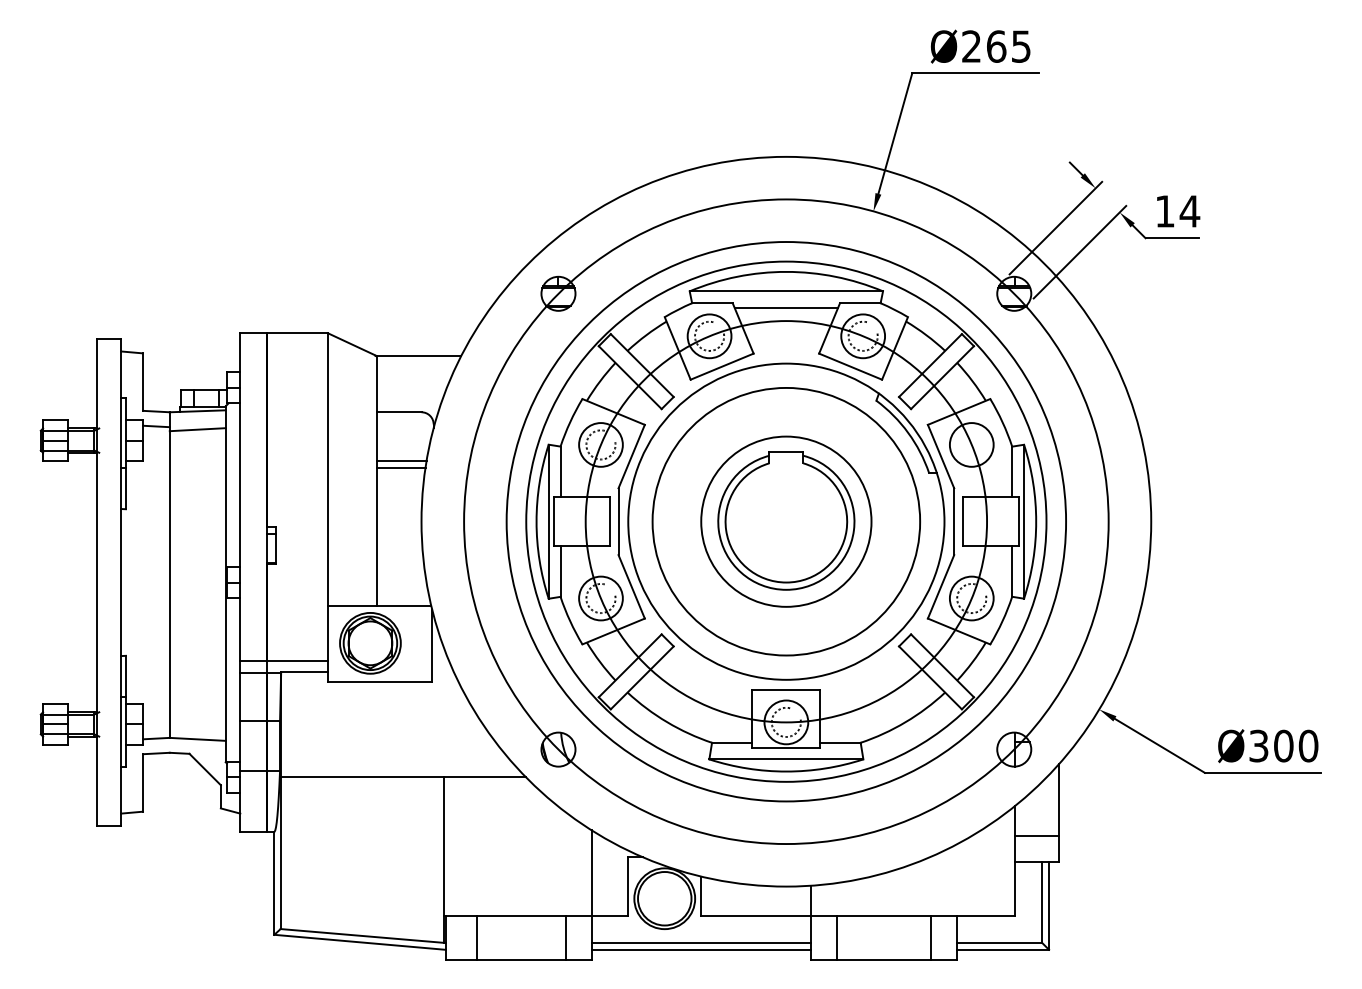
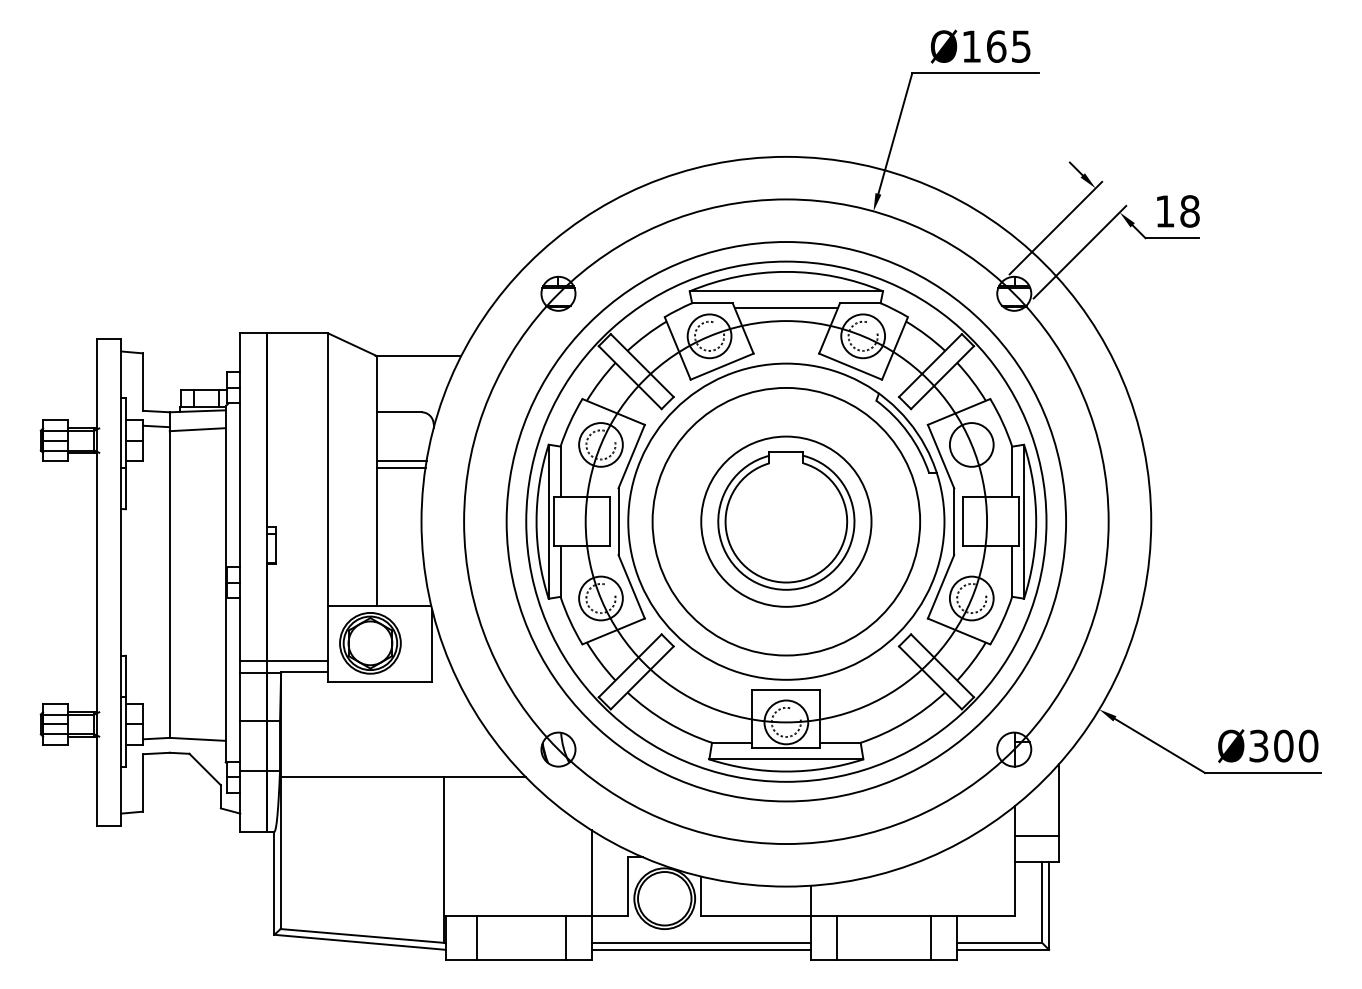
text at (971, 46): Ø265 -> Ø165
text at (1189, 211): 14 -> 18
